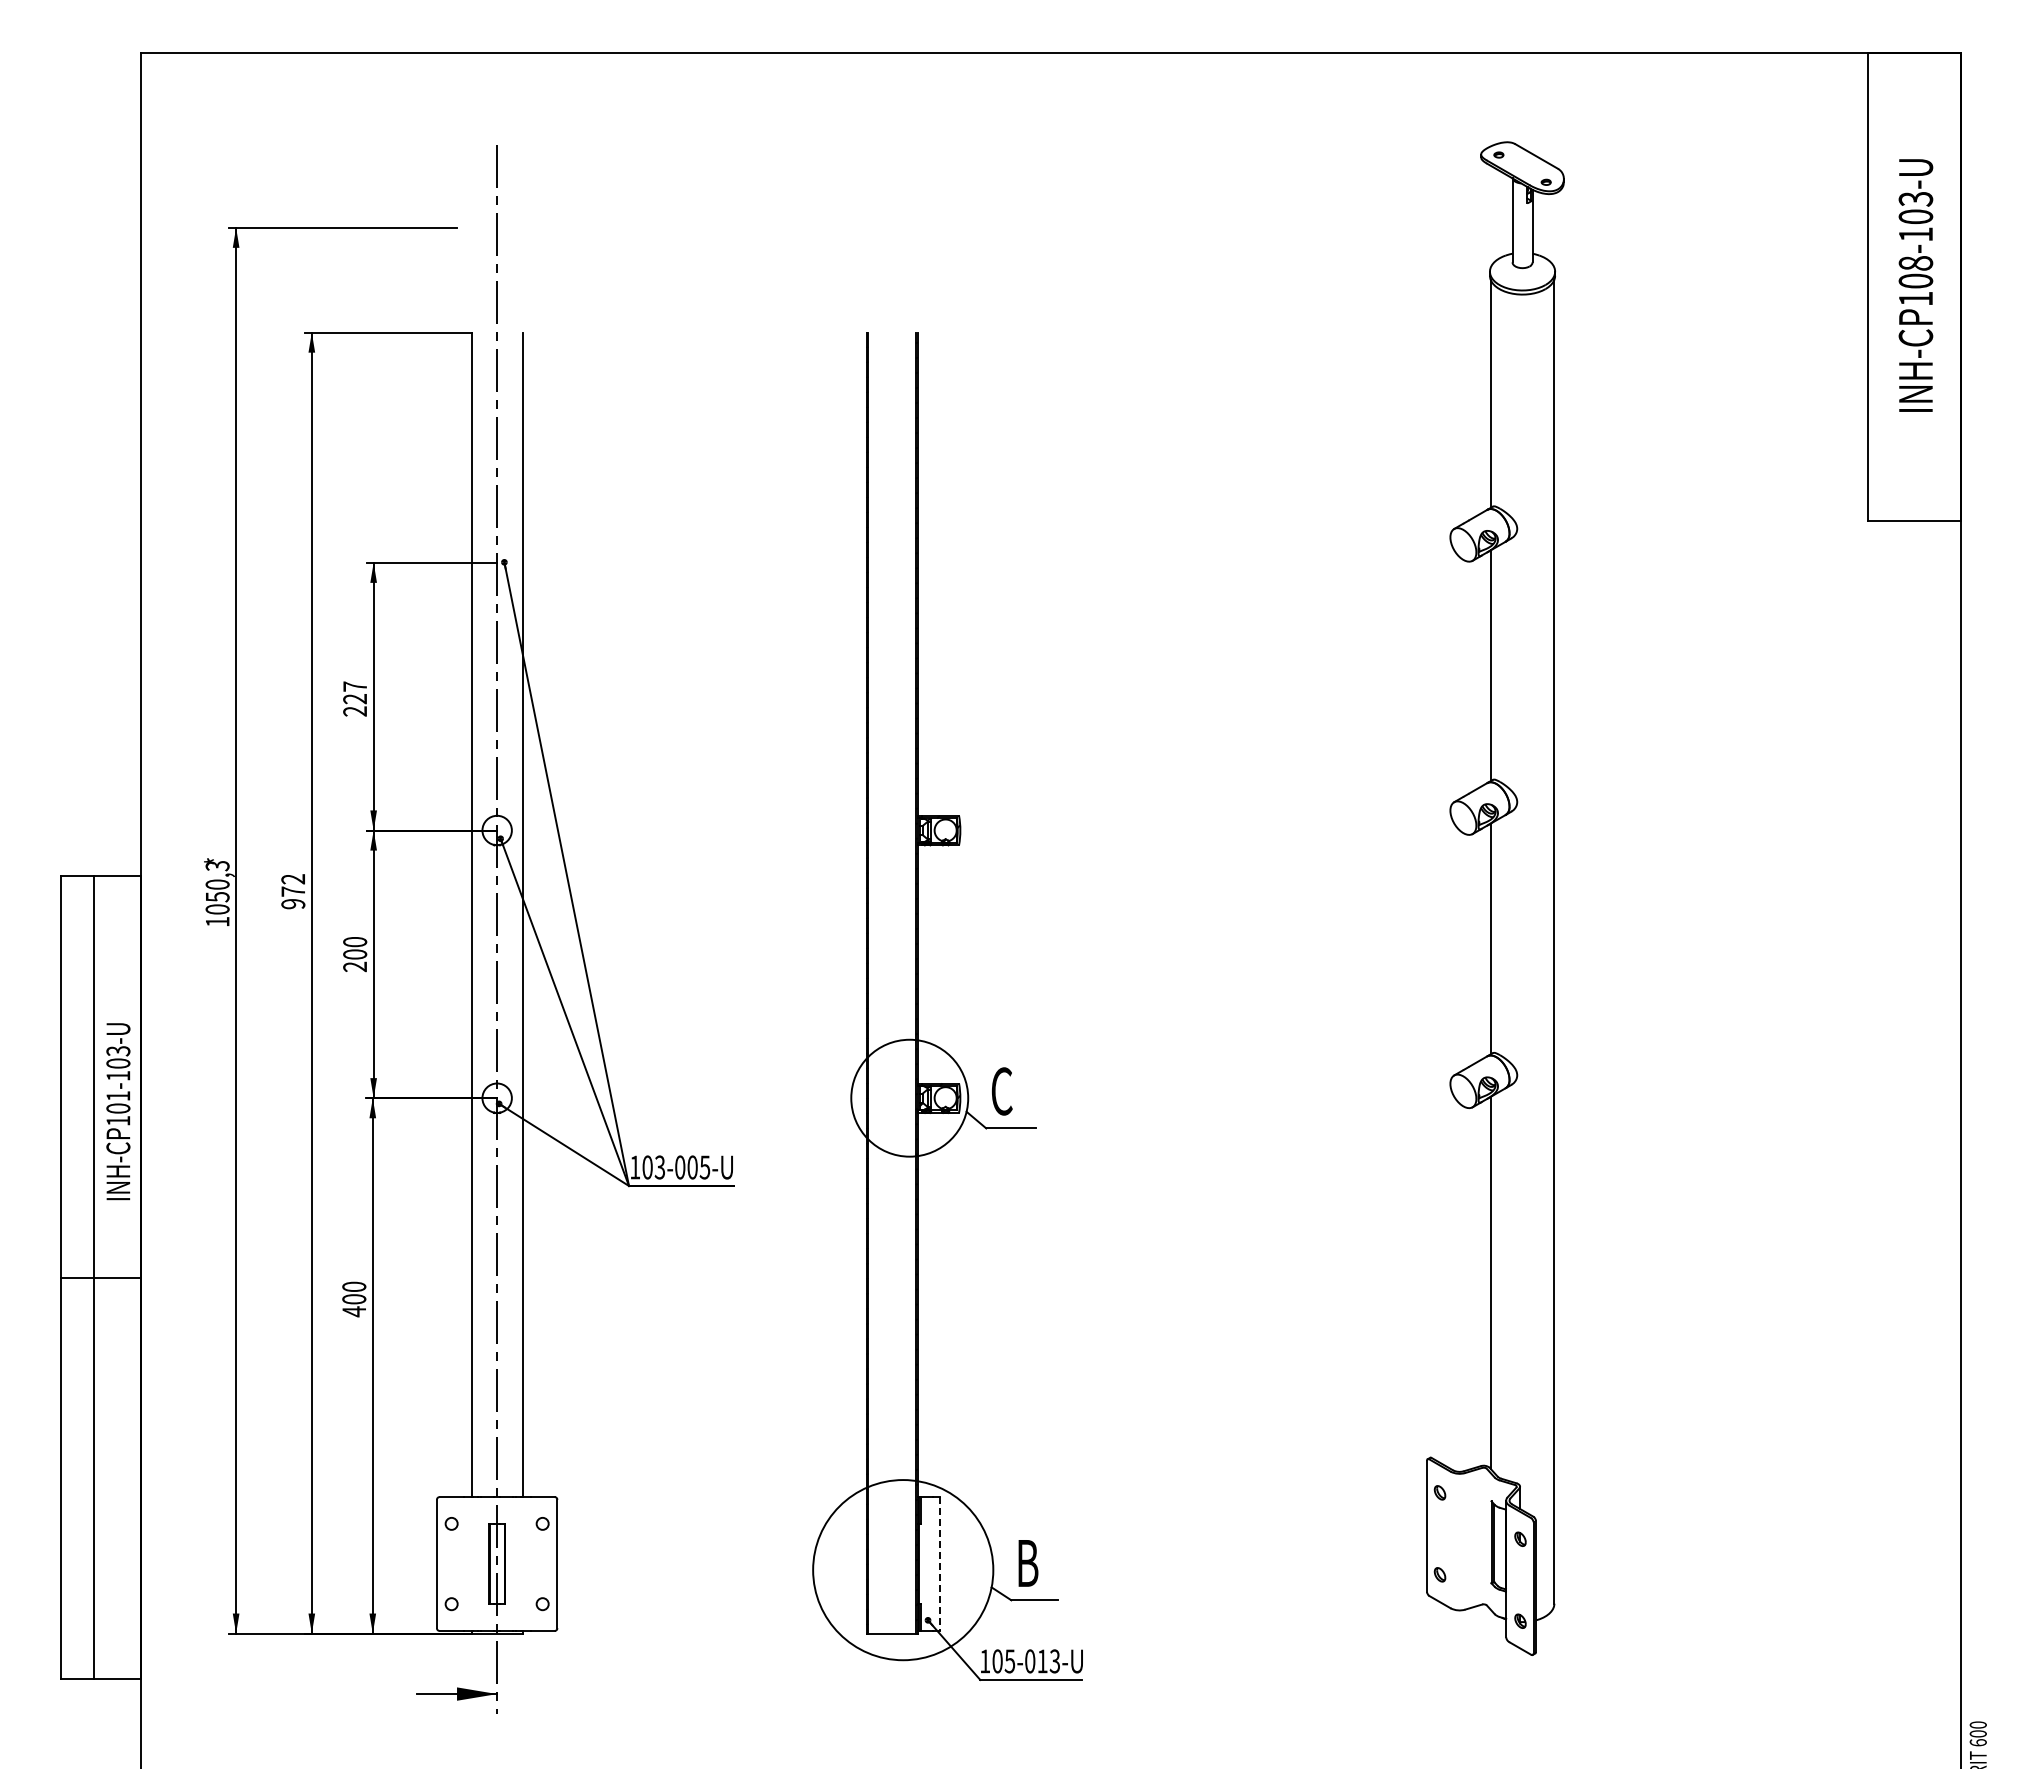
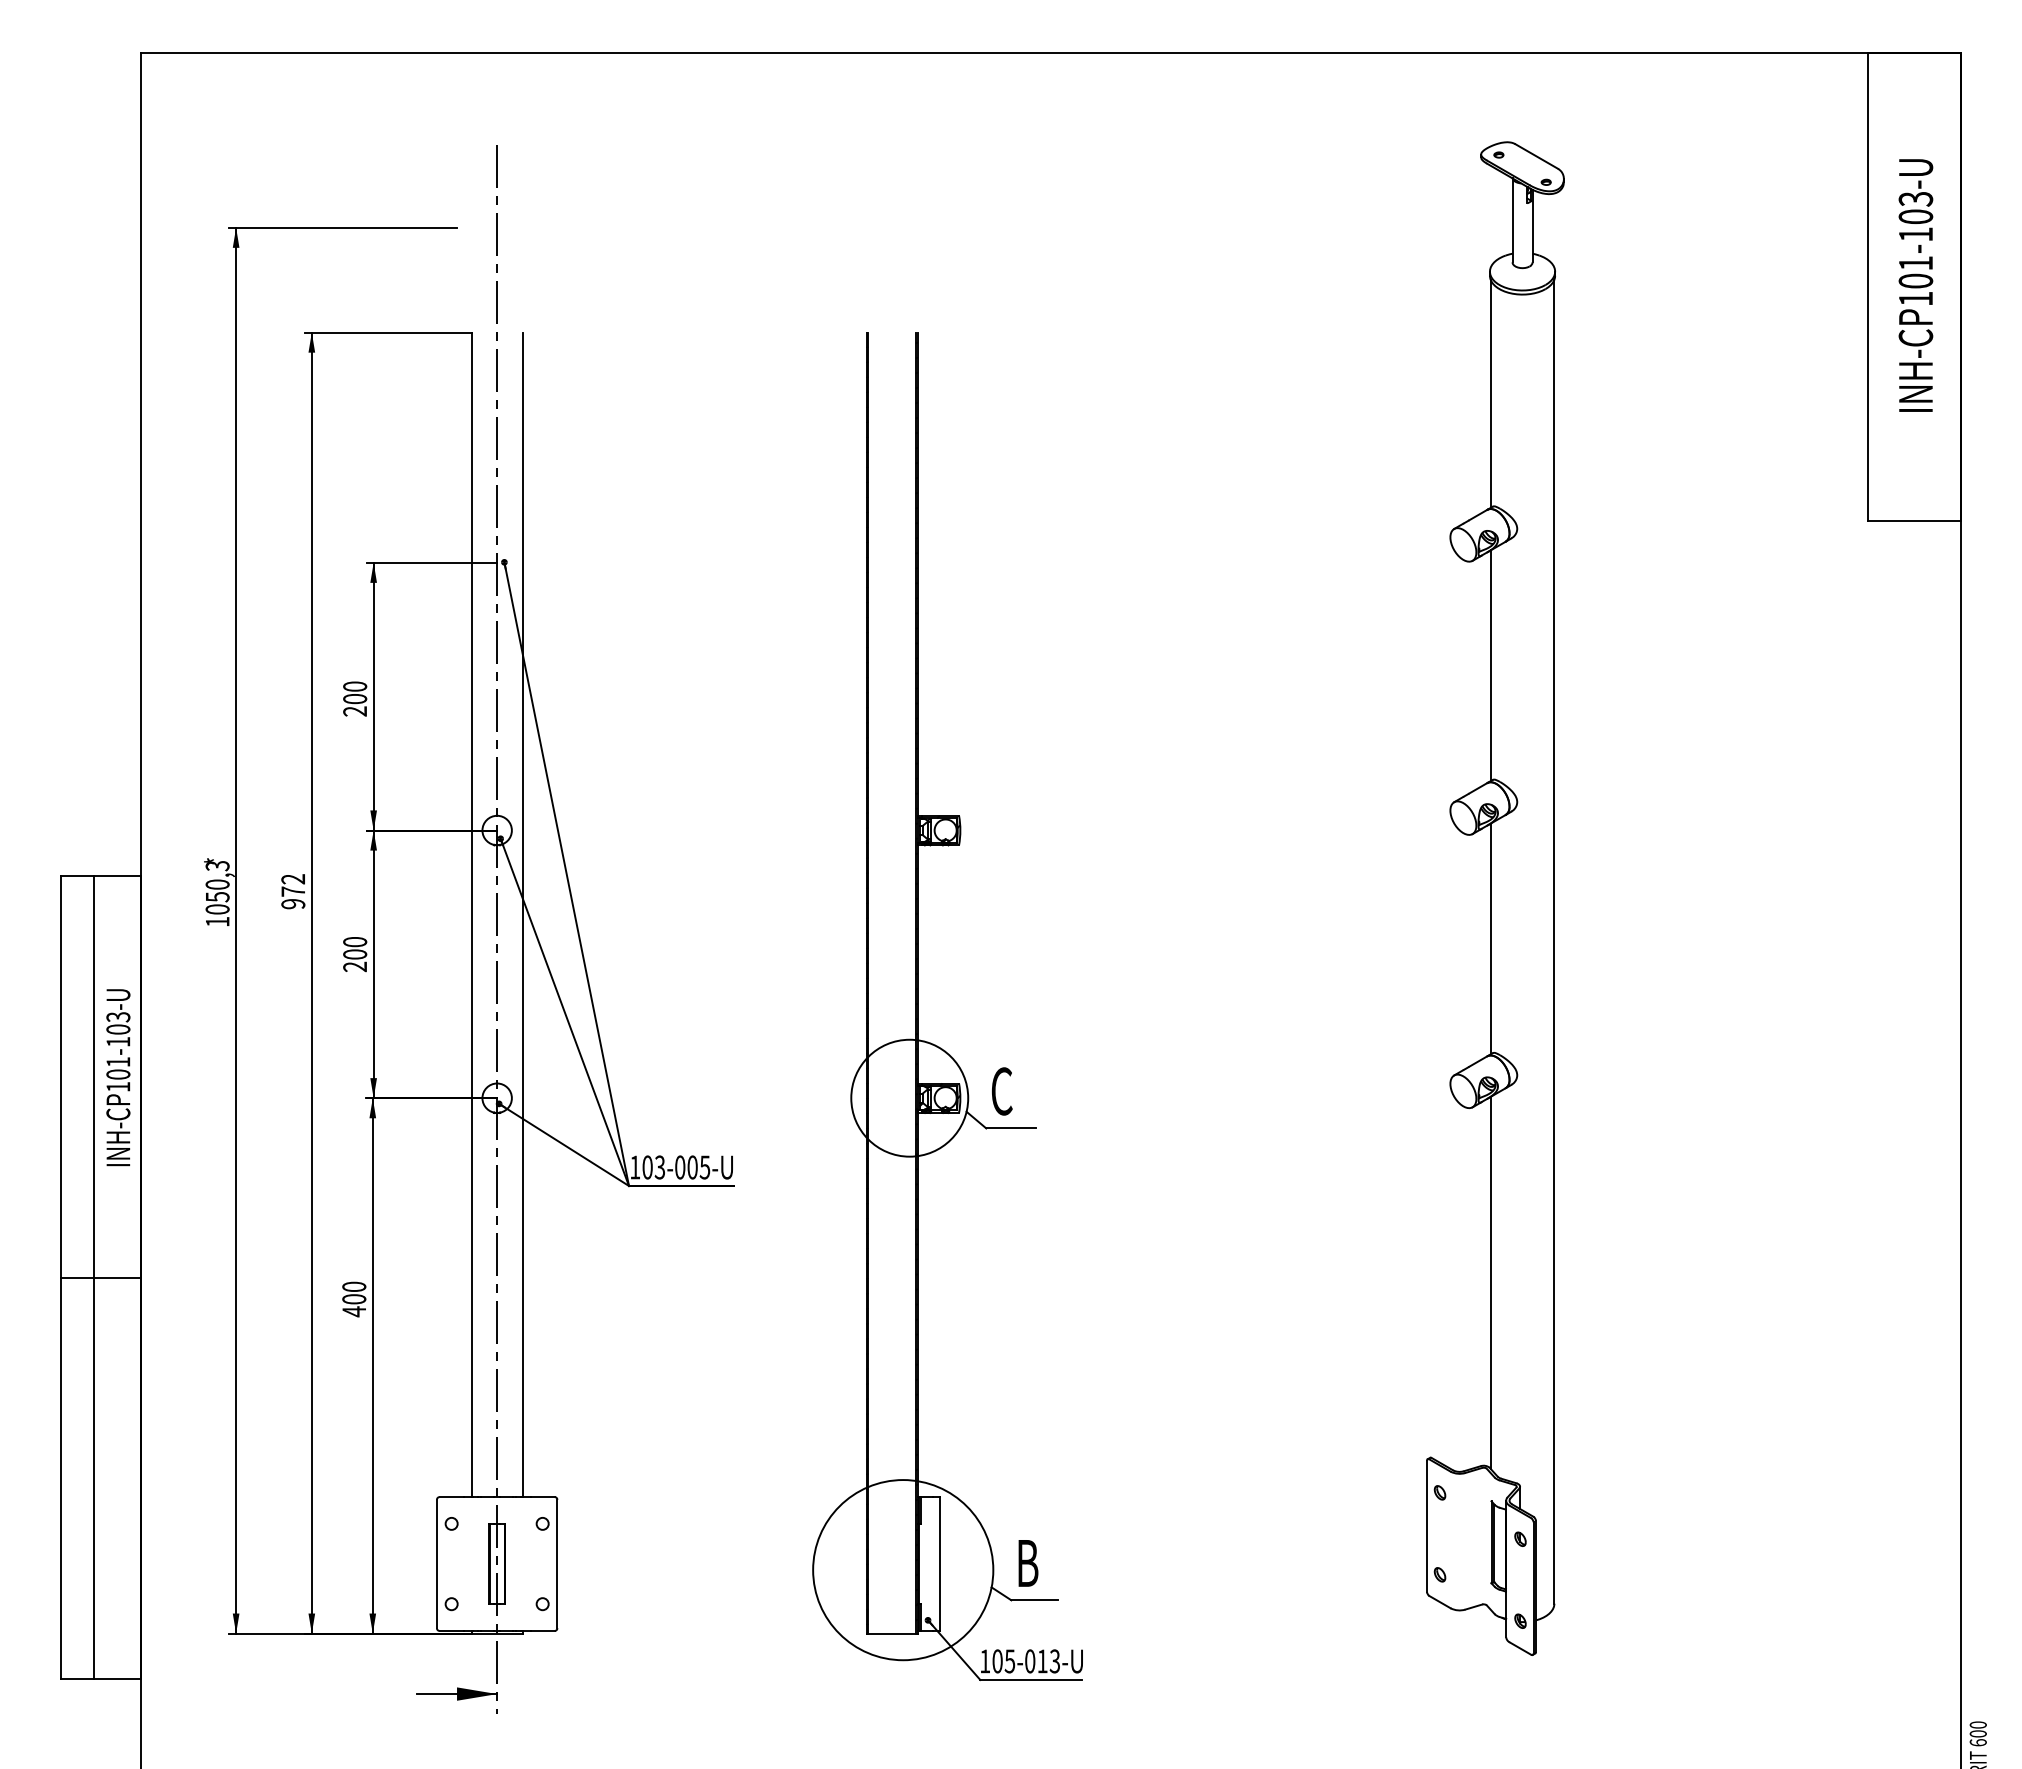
text at (1915, 263): INH-CP108-103-U -> INH-CP101-103-U
text at (355, 692): 227 -> 200
text at (118, 1111) position: (118, 1111) -> (118, 1077)
line at (939, 1564): dashed -> solid
